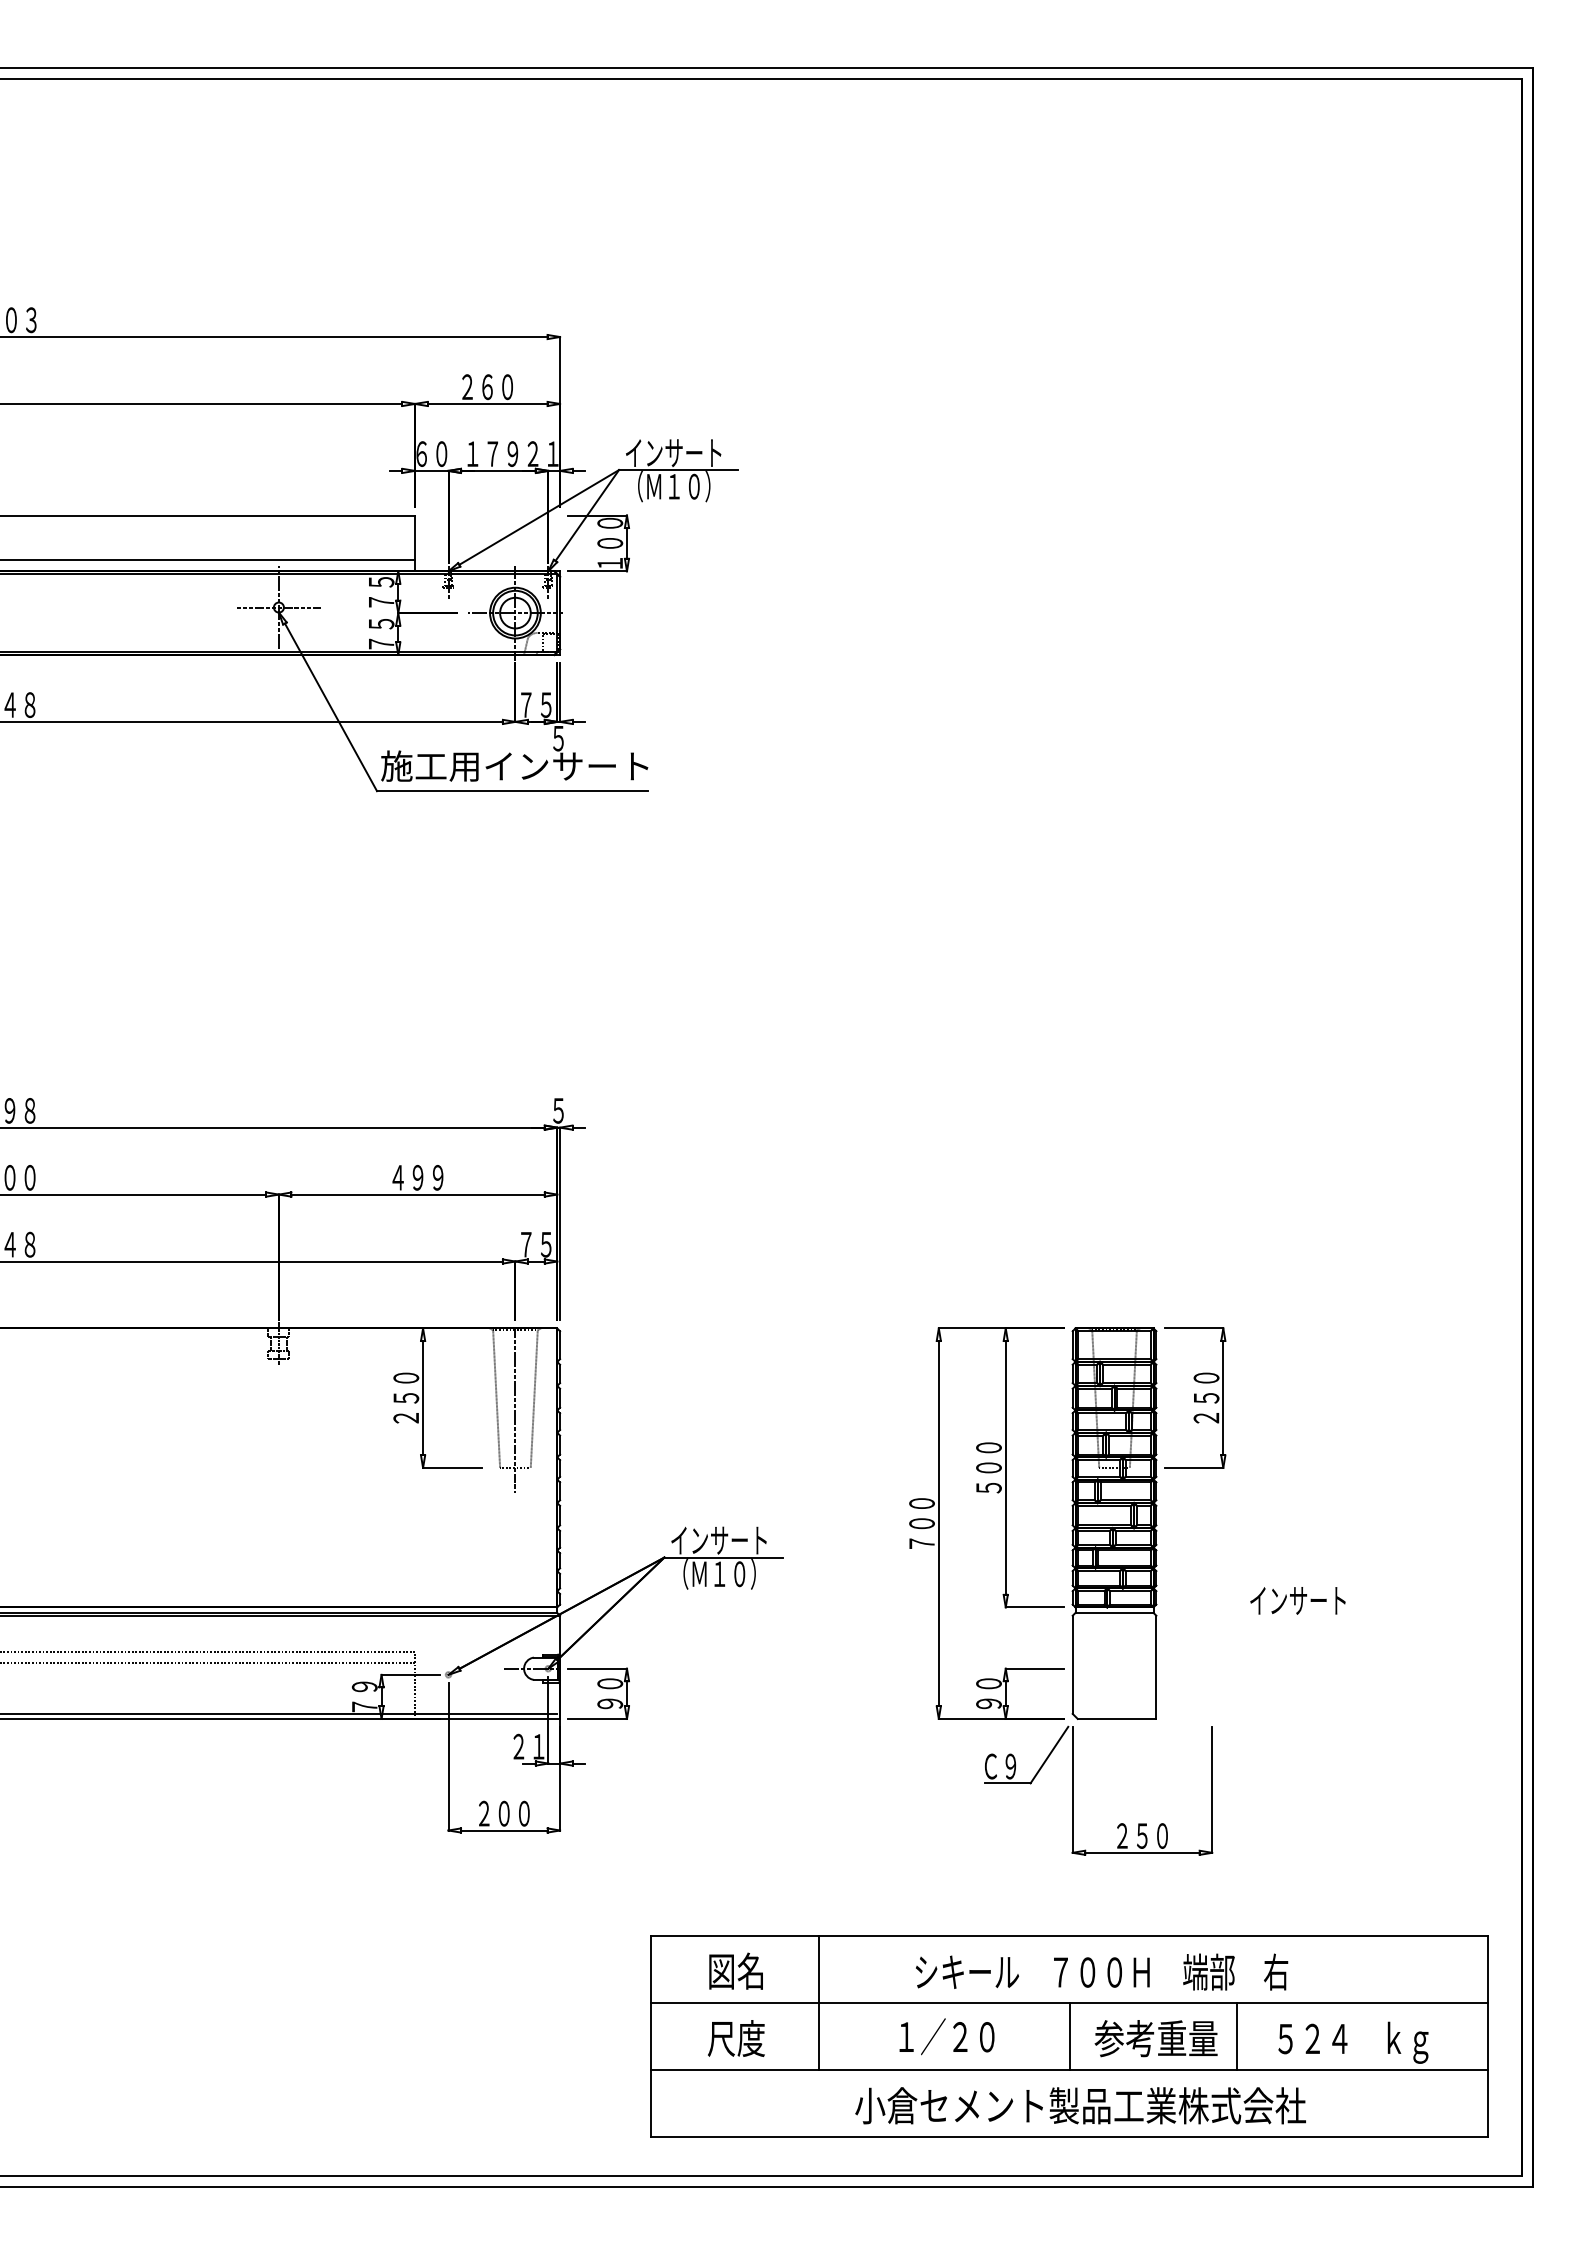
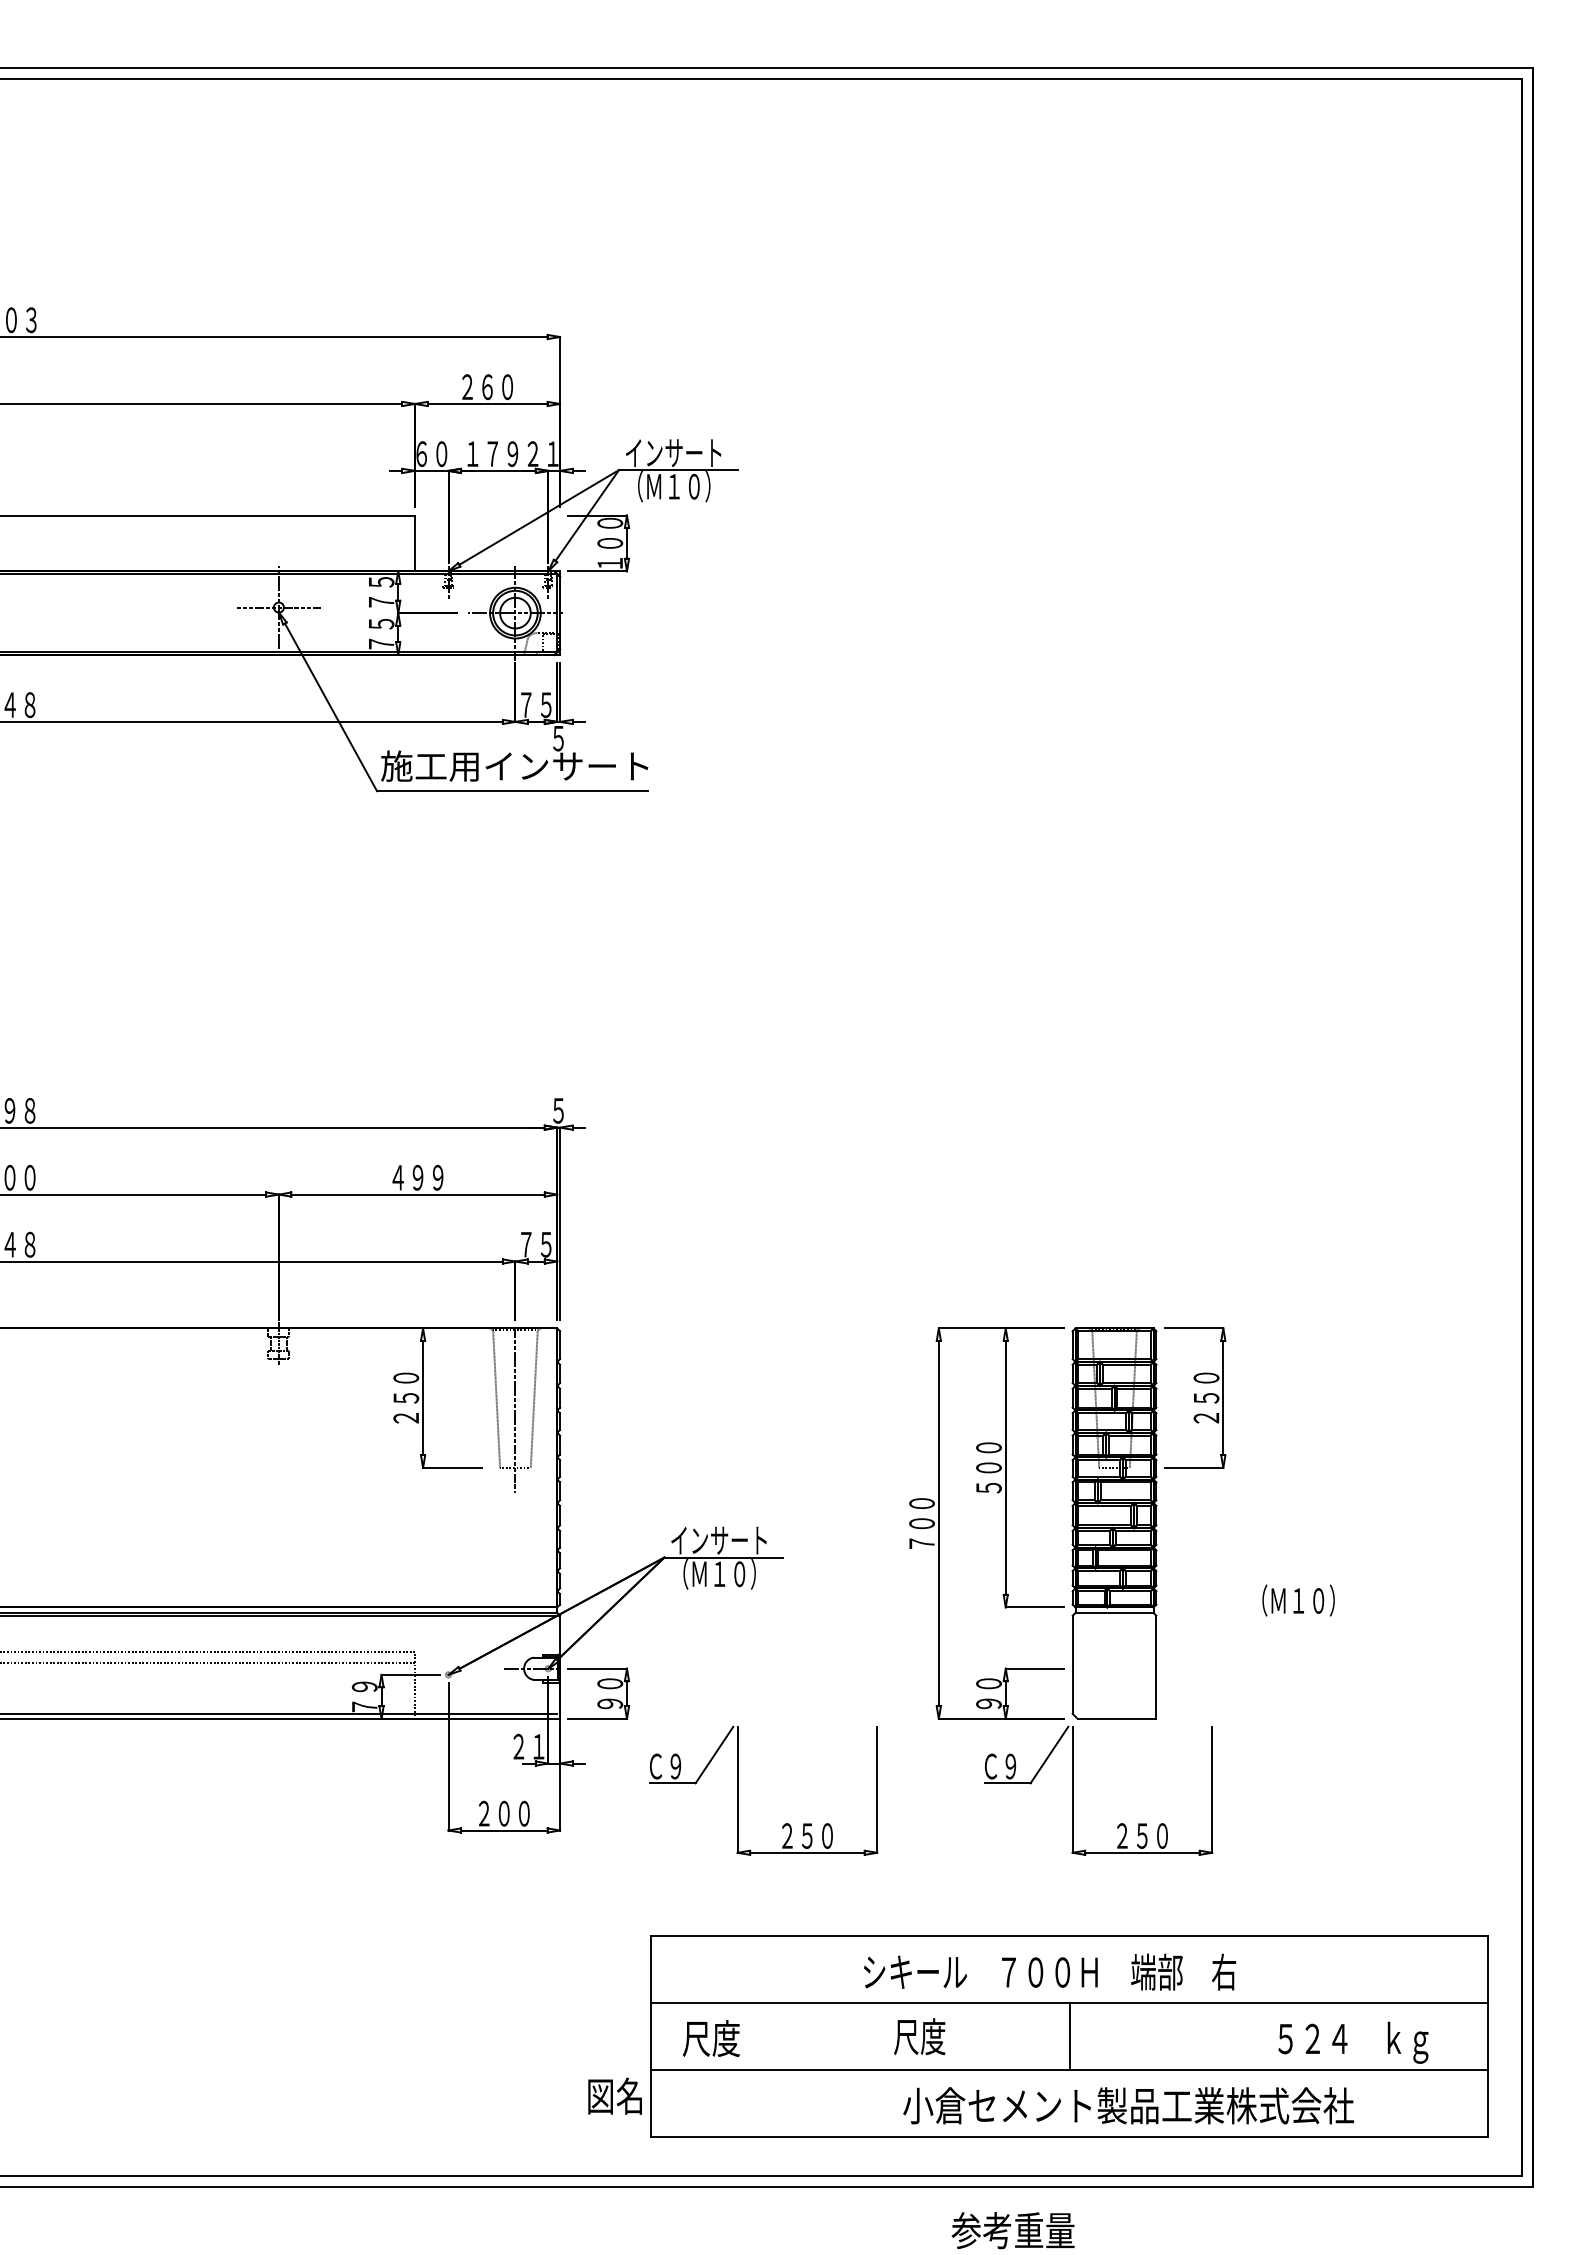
line at (208, 560): present -> none
text at (1297, 1600): インサート -> （Ｍ１０）
part at (738, 1790): none -> present
text at (735, 1970) position: (735, 1970) -> (614, 2095)
text at (1102, 1971) position: (1102, 1971) -> (1050, 1971)
line at (818, 2003): present -> none
text at (944, 2036): １／２０ -> 尺度
line at (1237, 2036): present -> none
text at (736, 2038) position: (736, 2038) -> (711, 2038)
text at (1155, 2038) position: (1155, 2038) -> (1012, 2230)
text at (1080, 2105) position: (1080, 2105) -> (1128, 2105)
